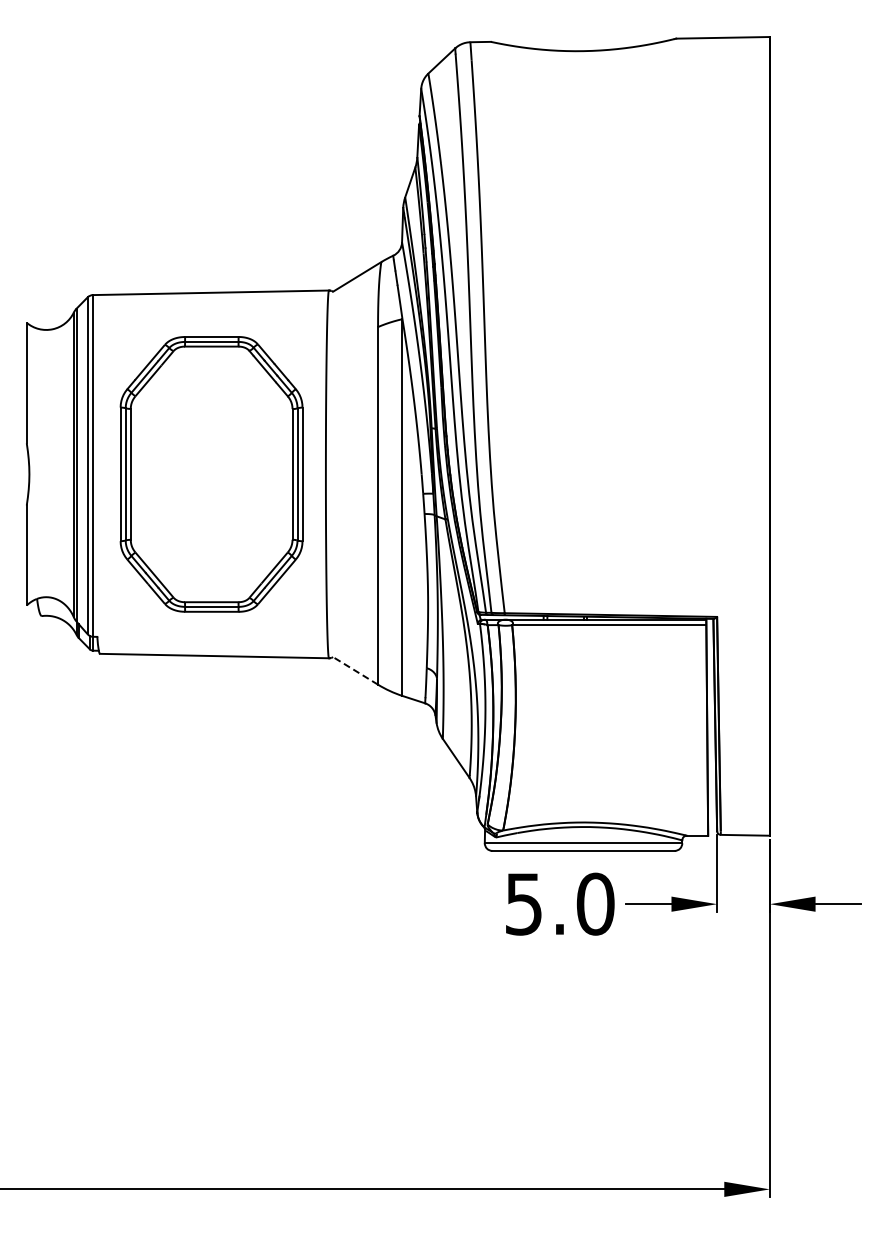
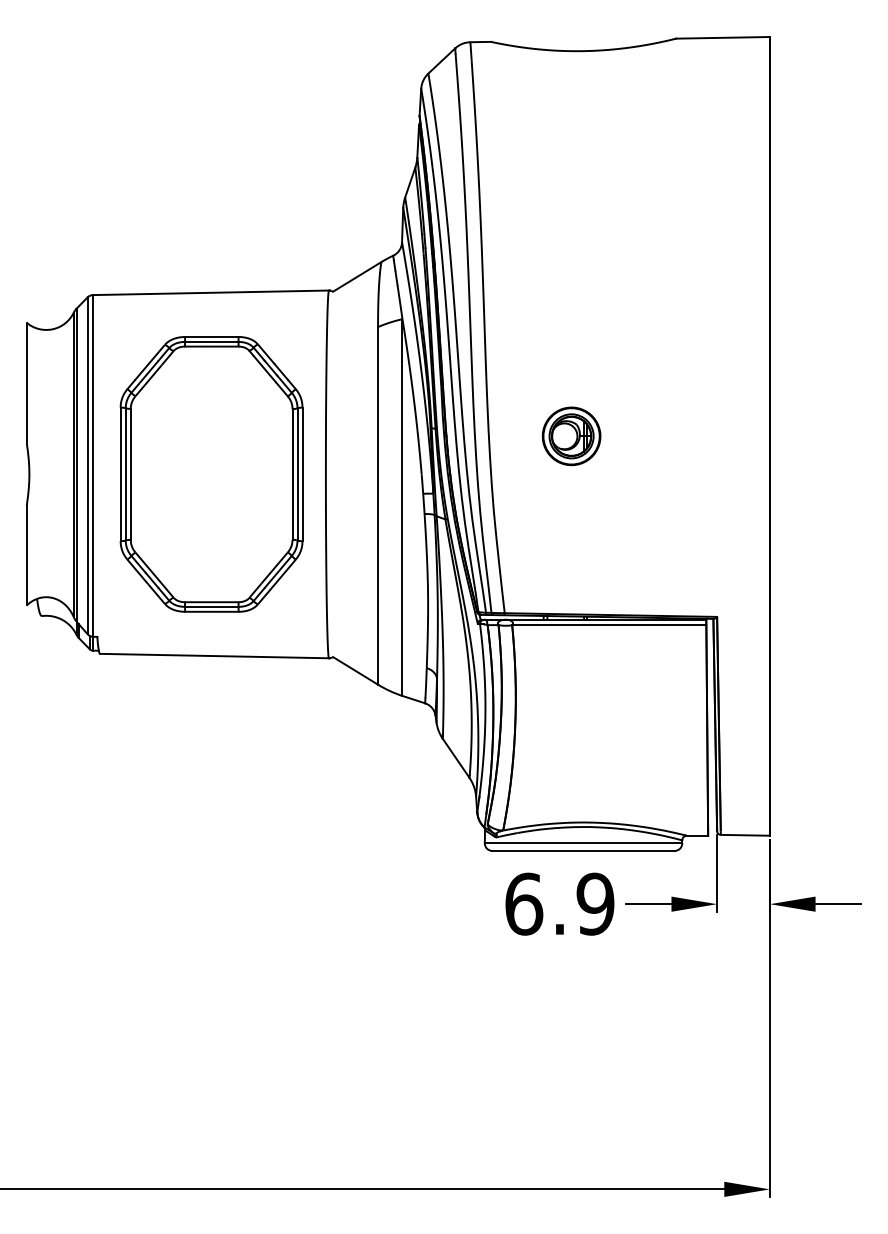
part at (571, 436): none -> present
line at (355, 670): dashed -> solid
text at (559, 903): 5.0 -> 6.9
